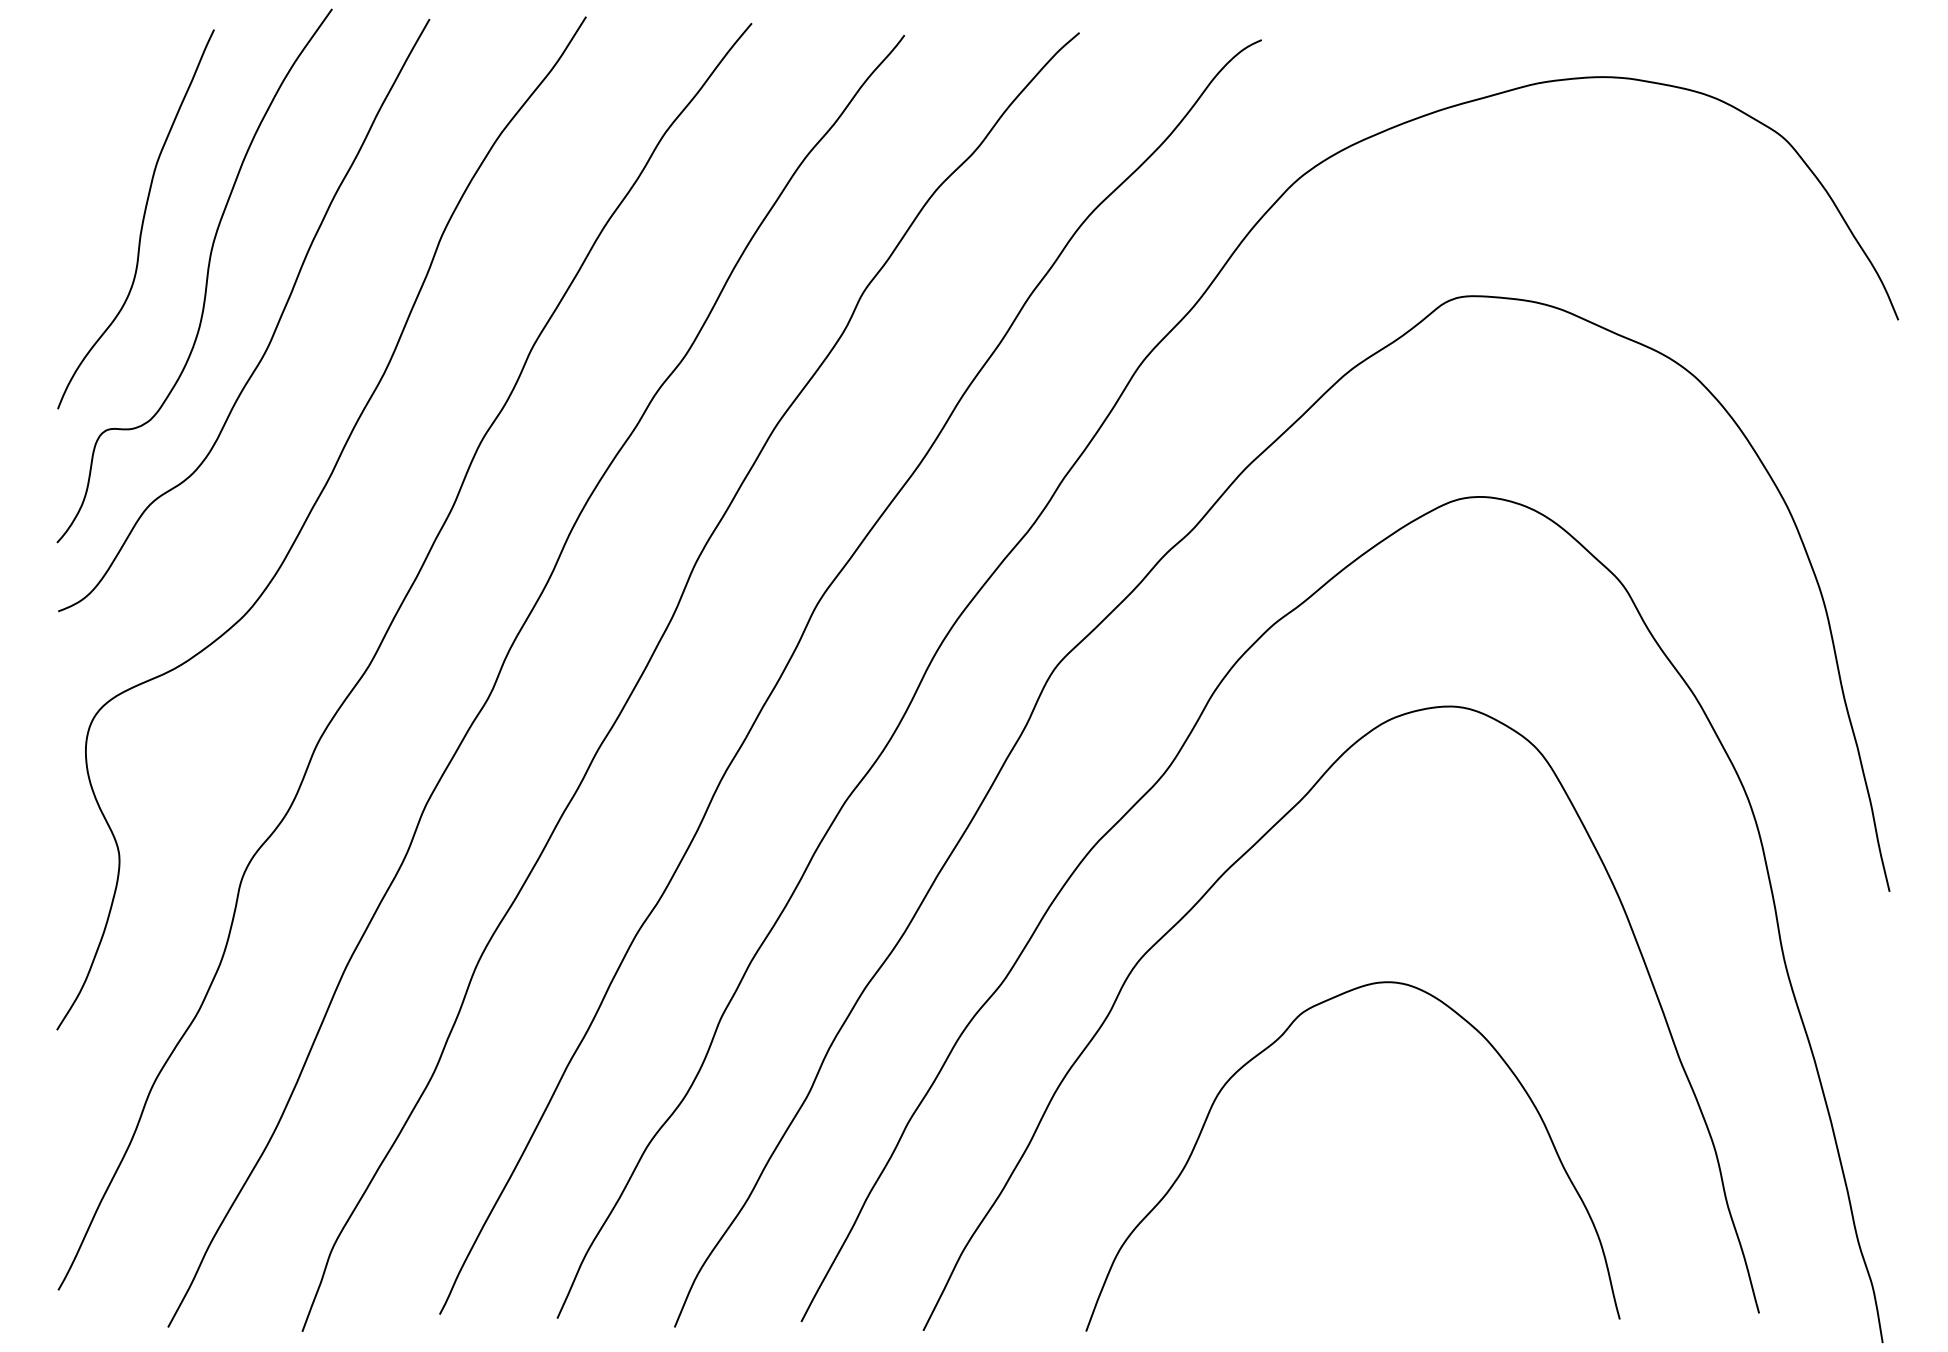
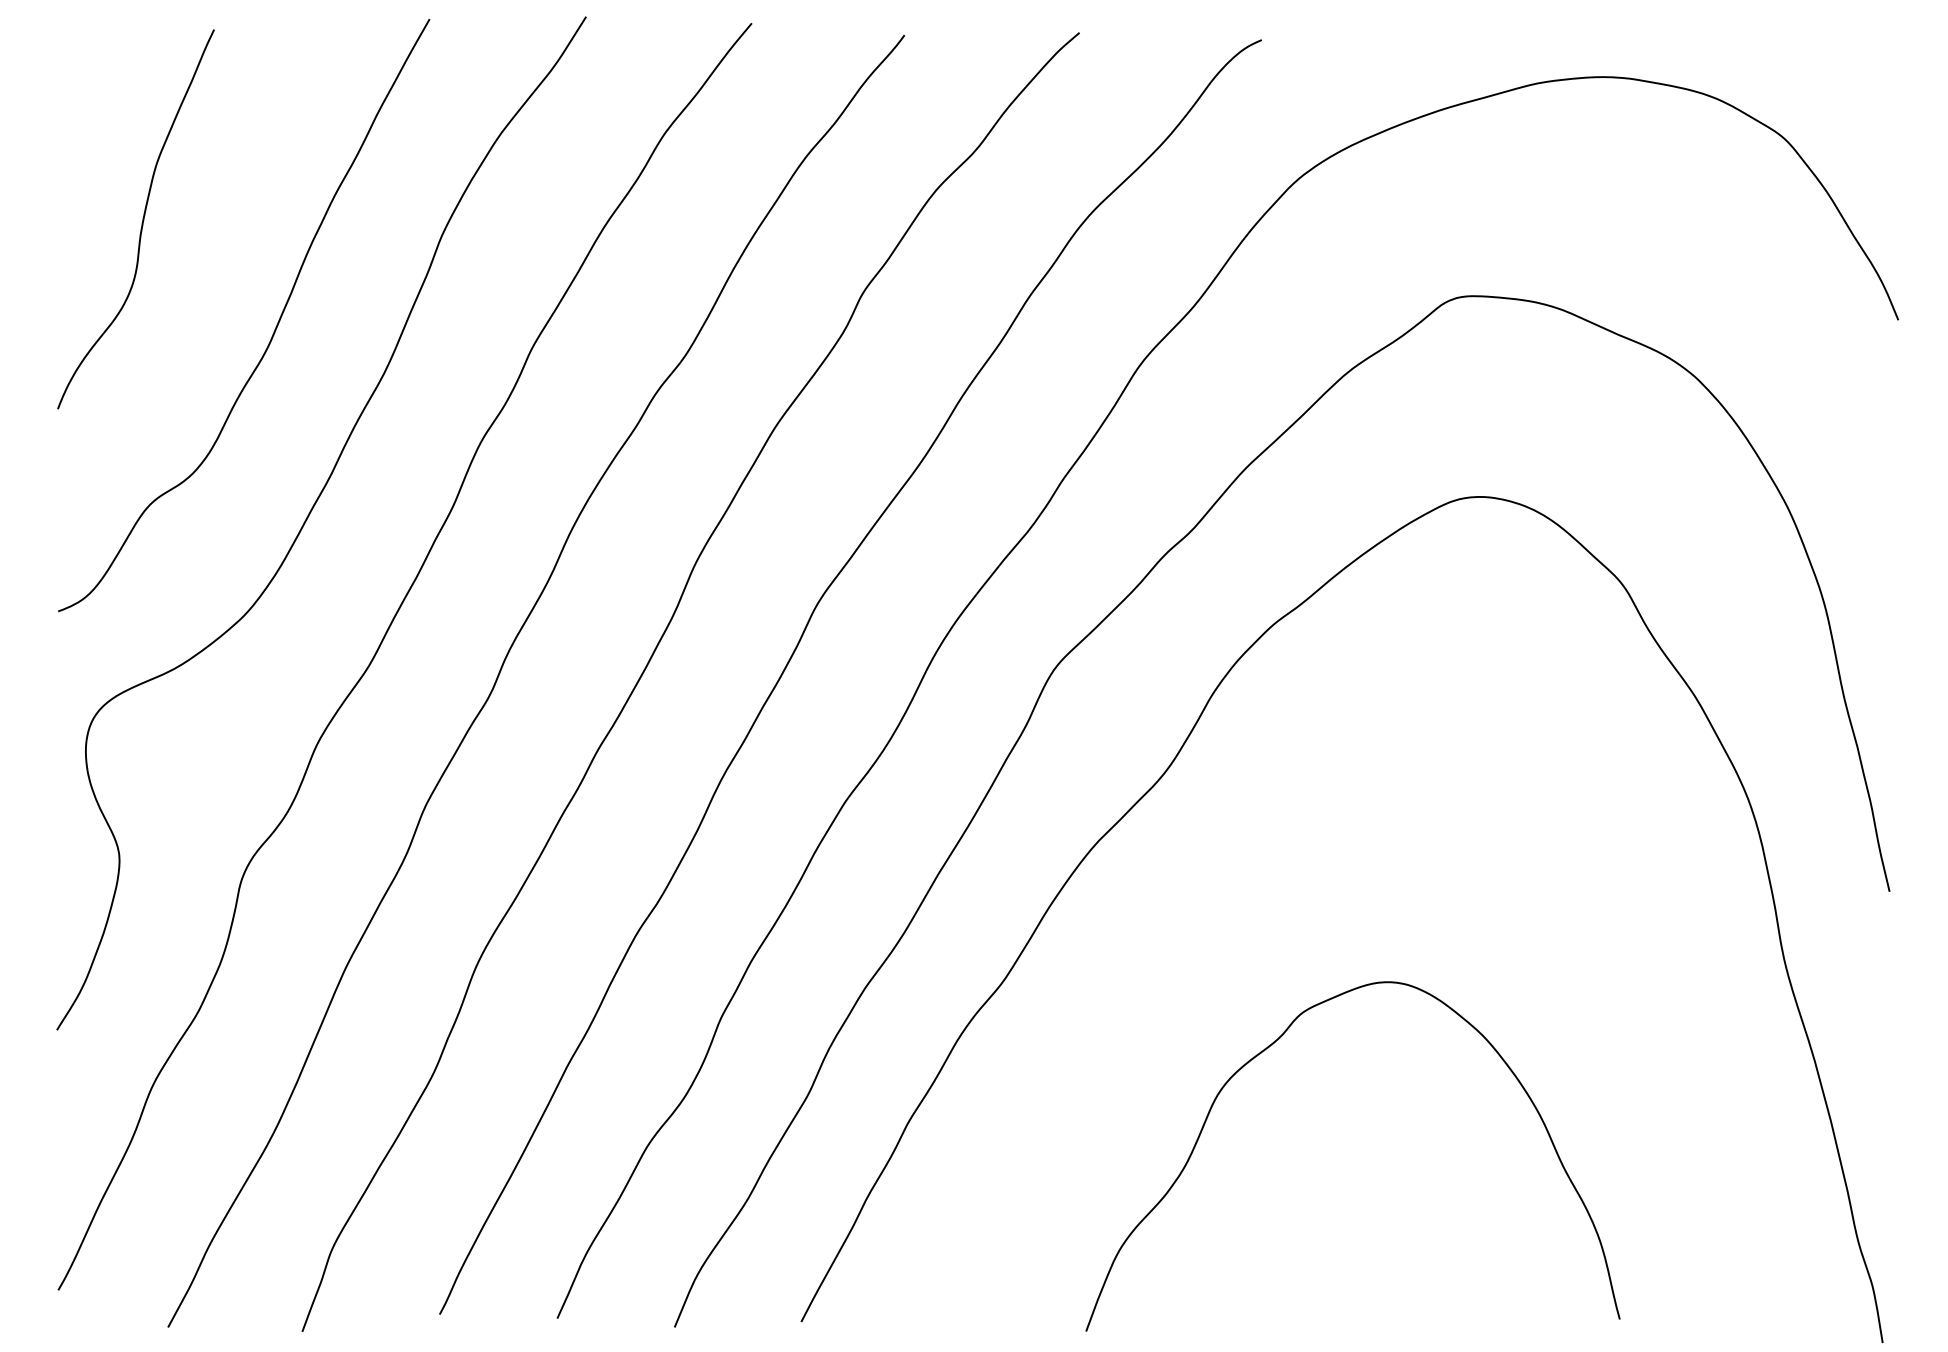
curve at (206, 275): present -> none
curve at (1206, 894): present -> none
